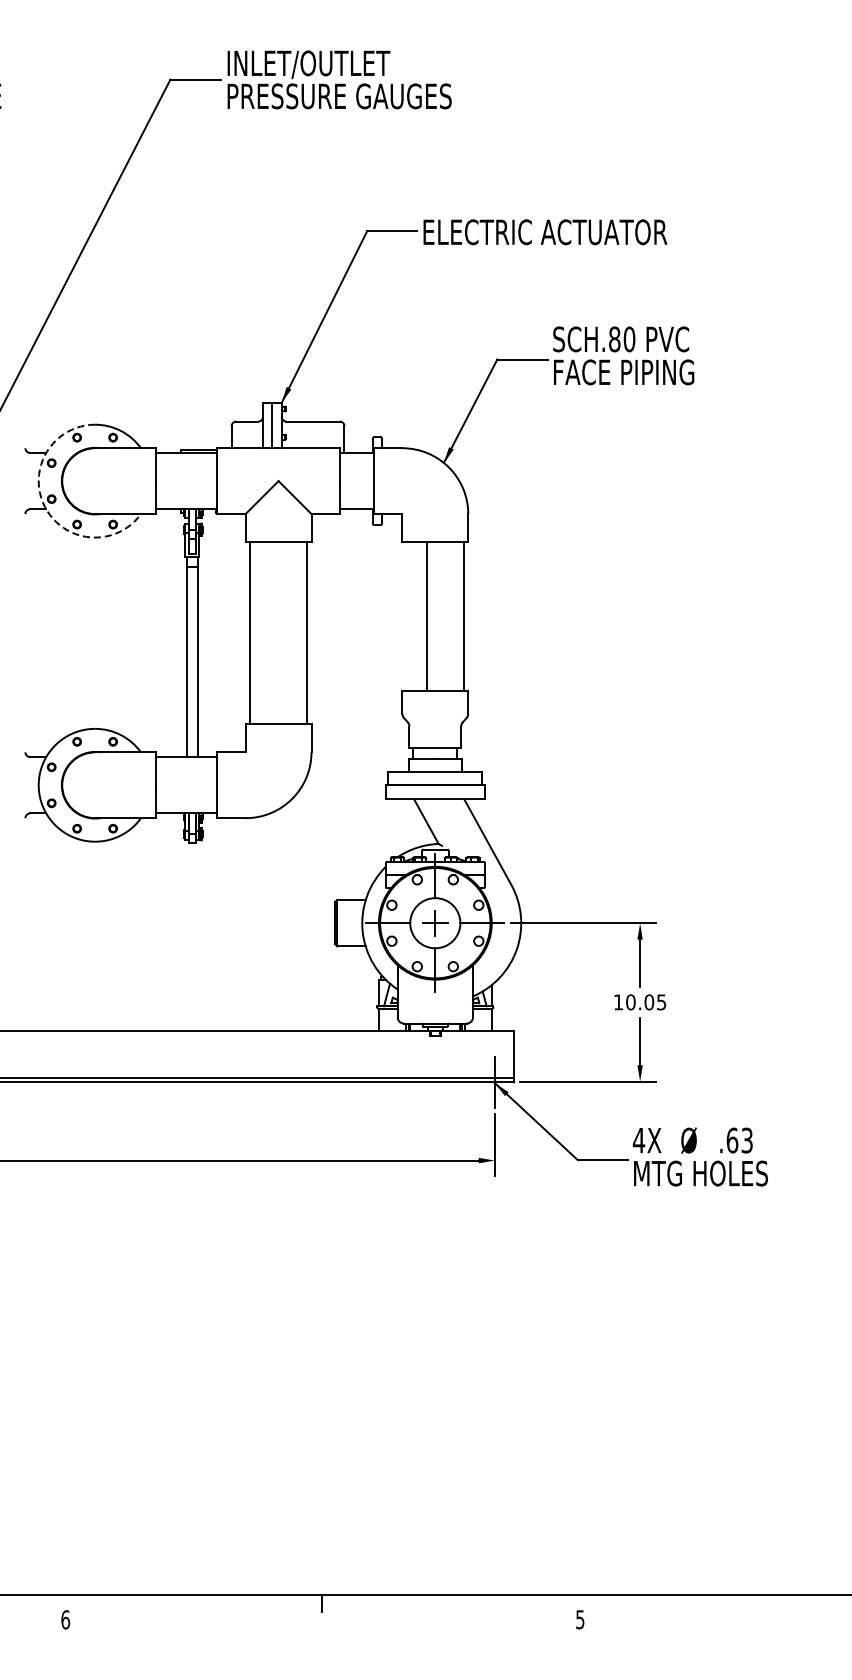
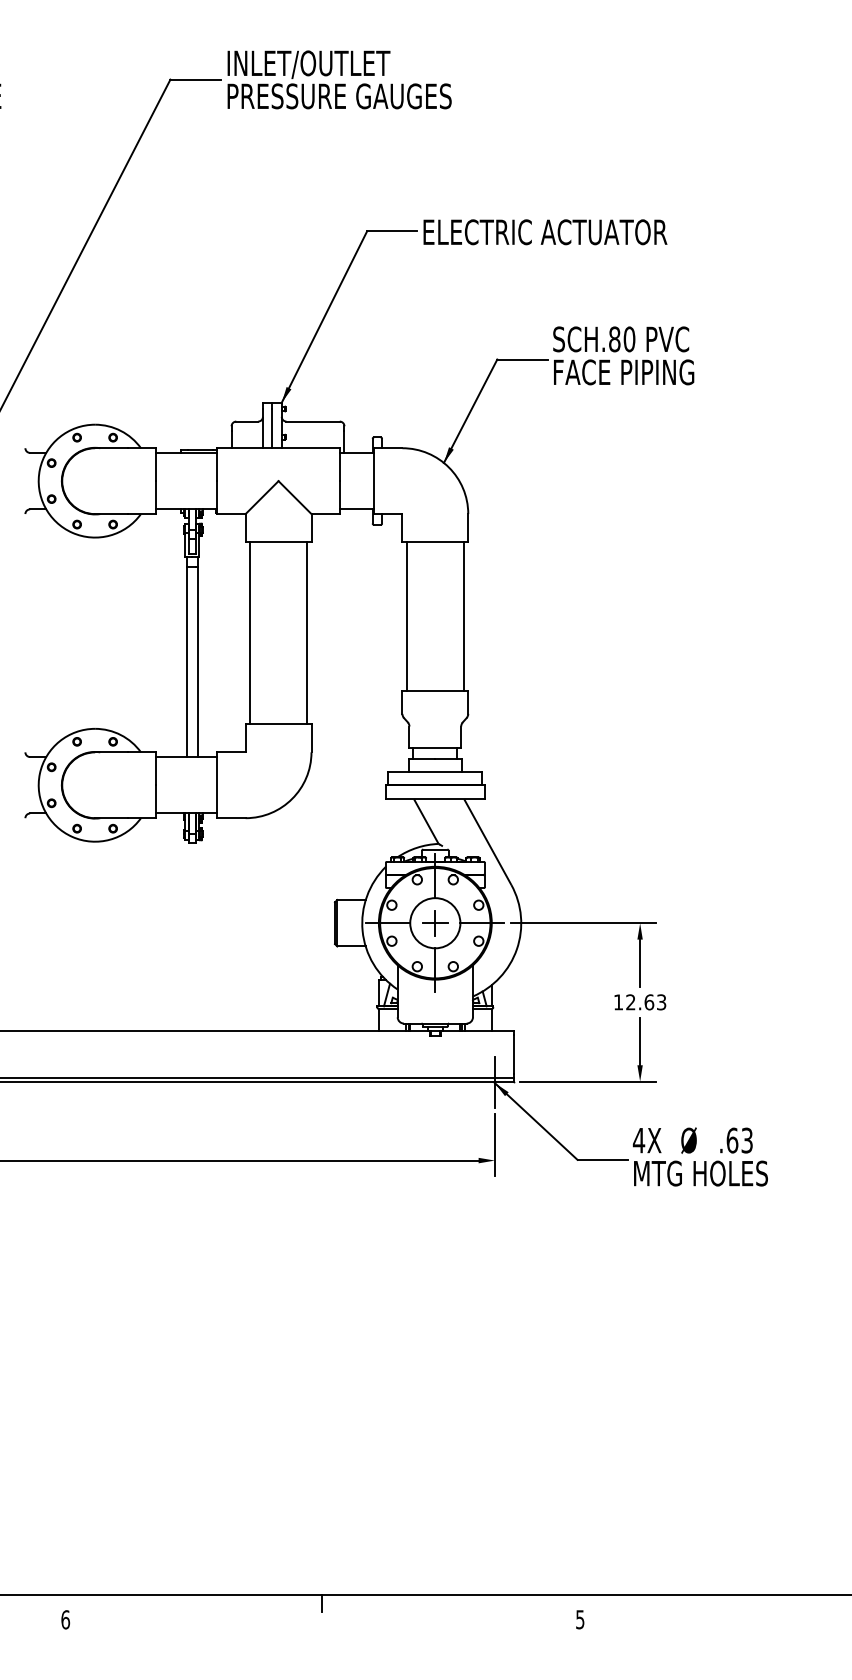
arc at (44, 506): dashed -> solid
line at (427, 616) position: (427, 616) -> (407, 616)
text at (646, 1002): 10.05 -> 12.63
